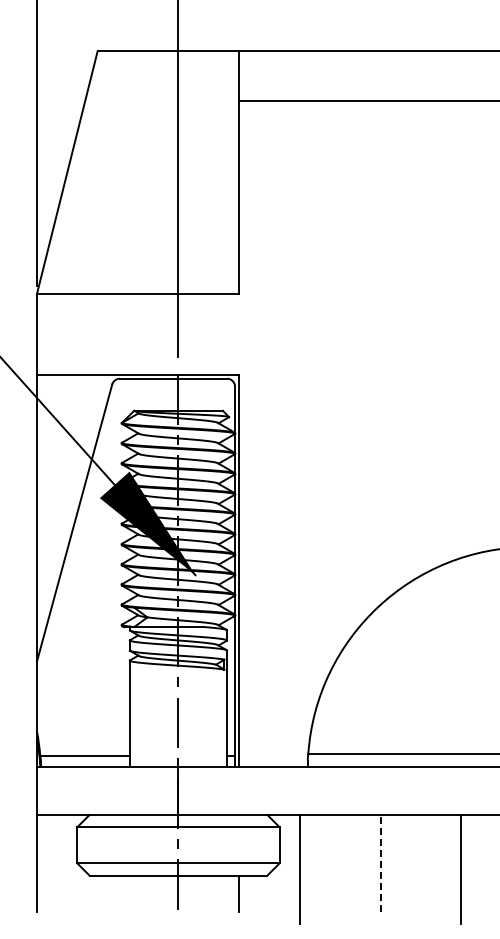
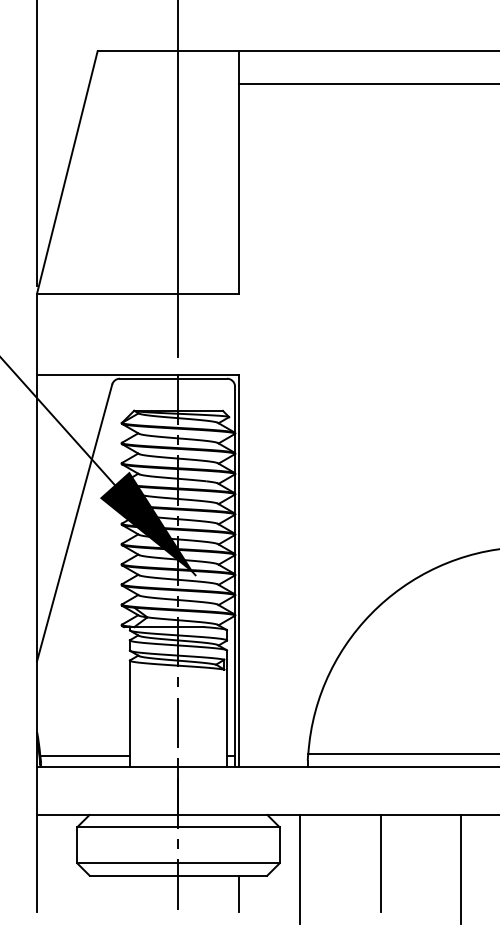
line at (367, 100) position: (367, 100) -> (367, 83)
line at (380, 862): dashed -> solid
